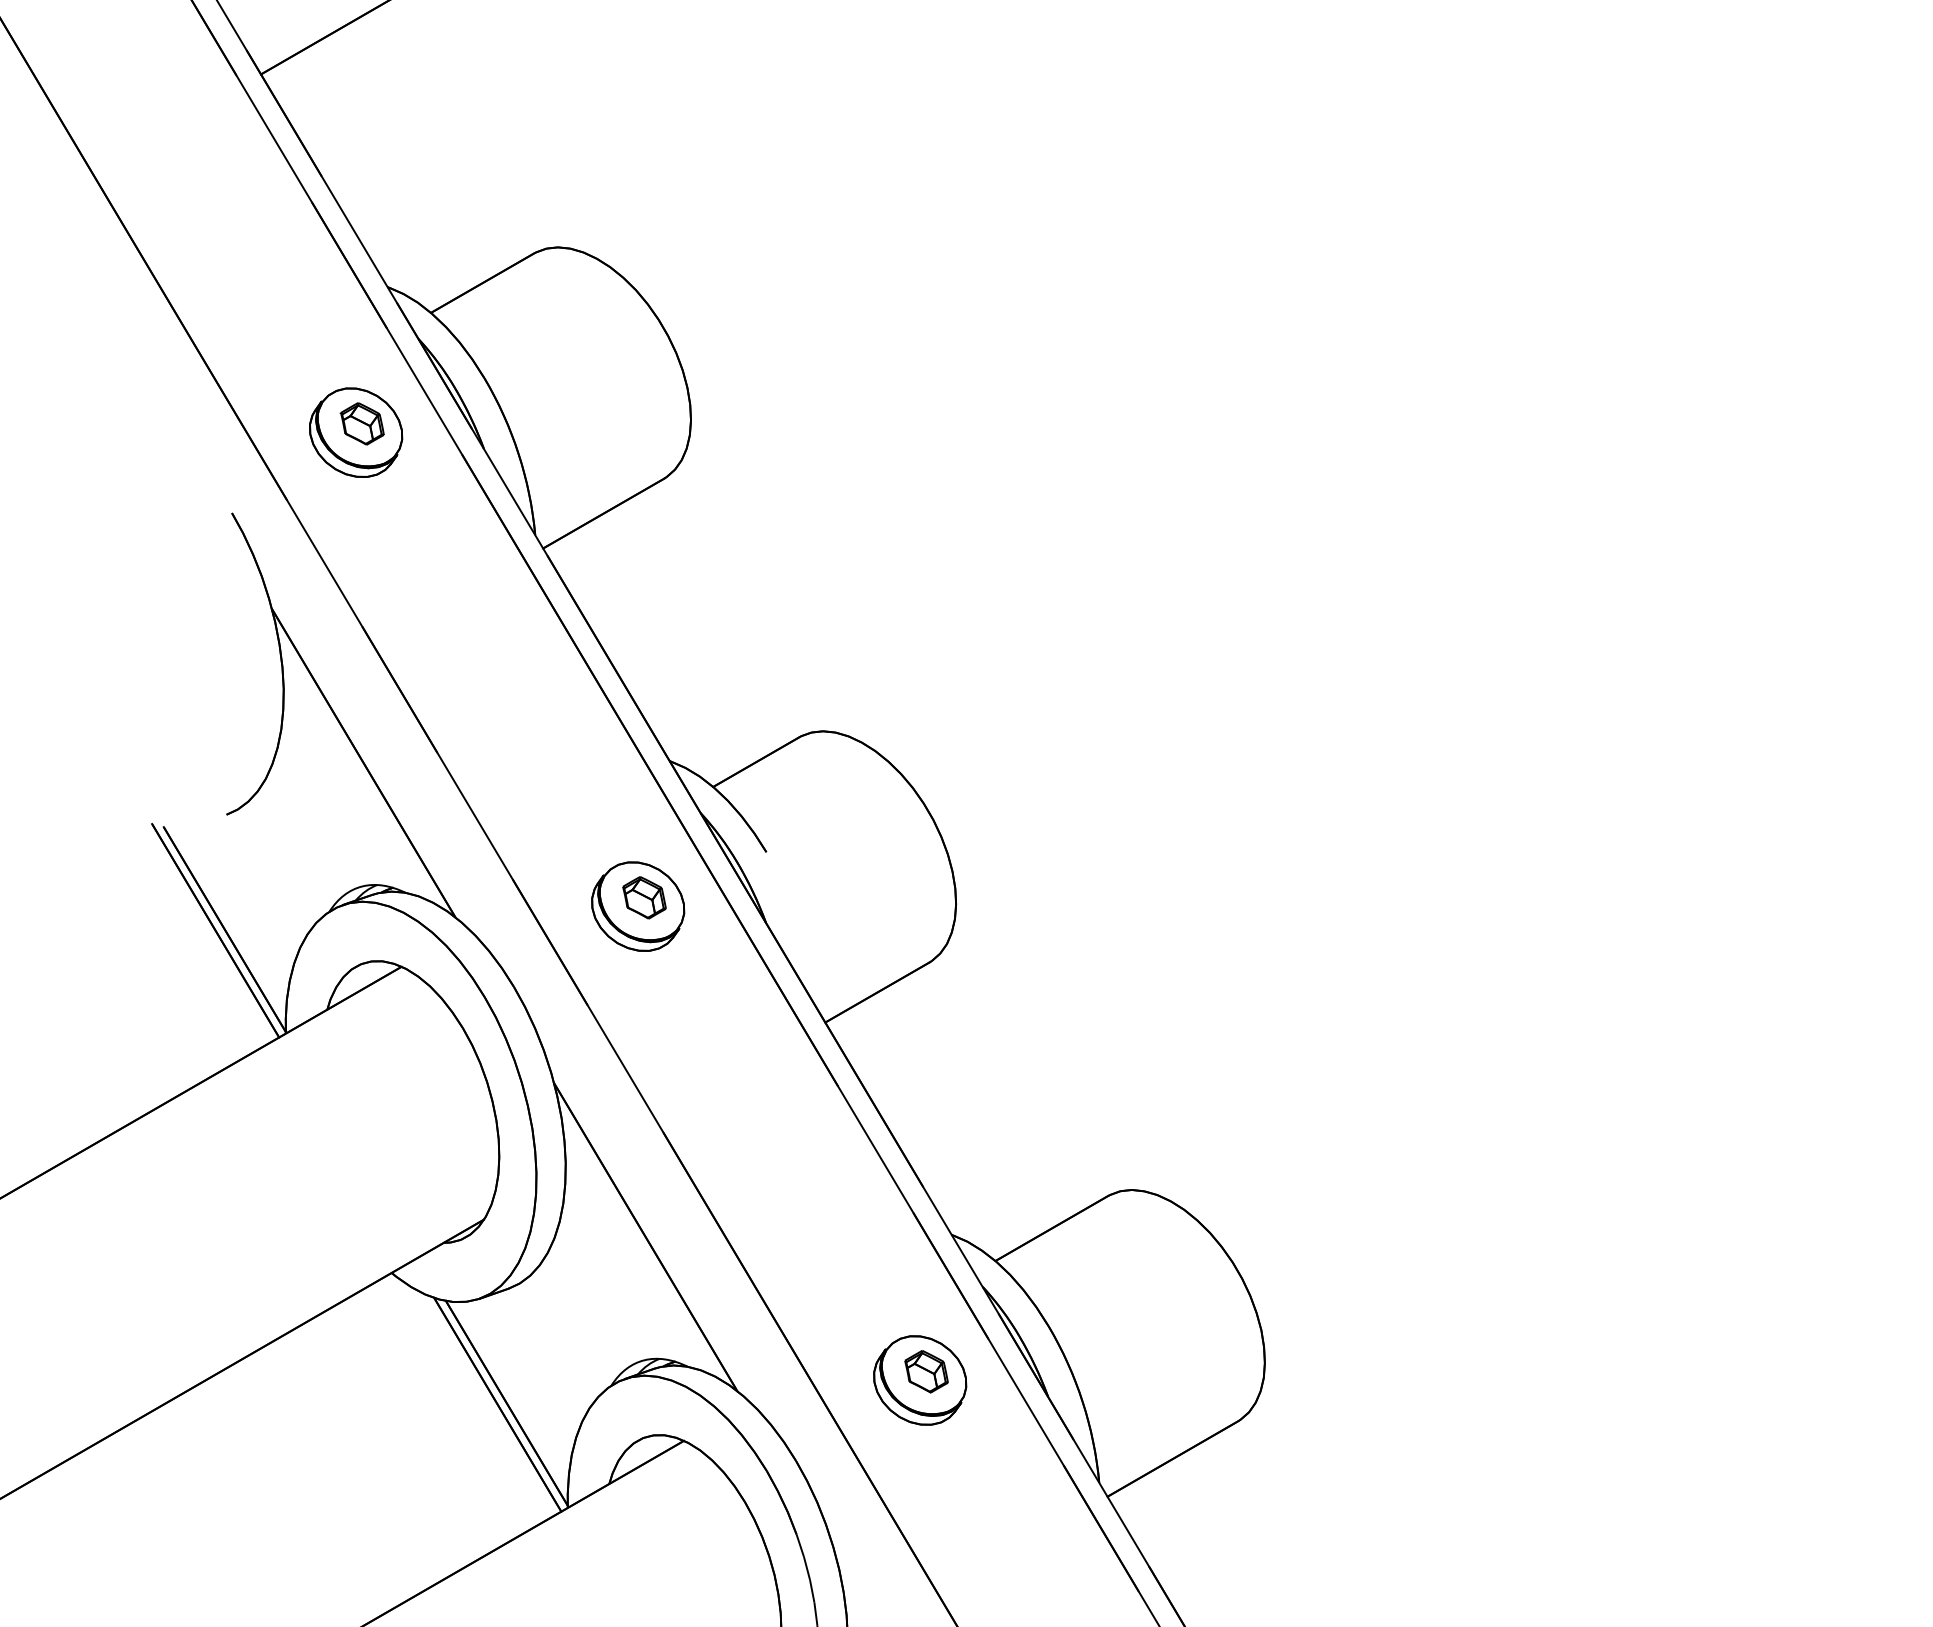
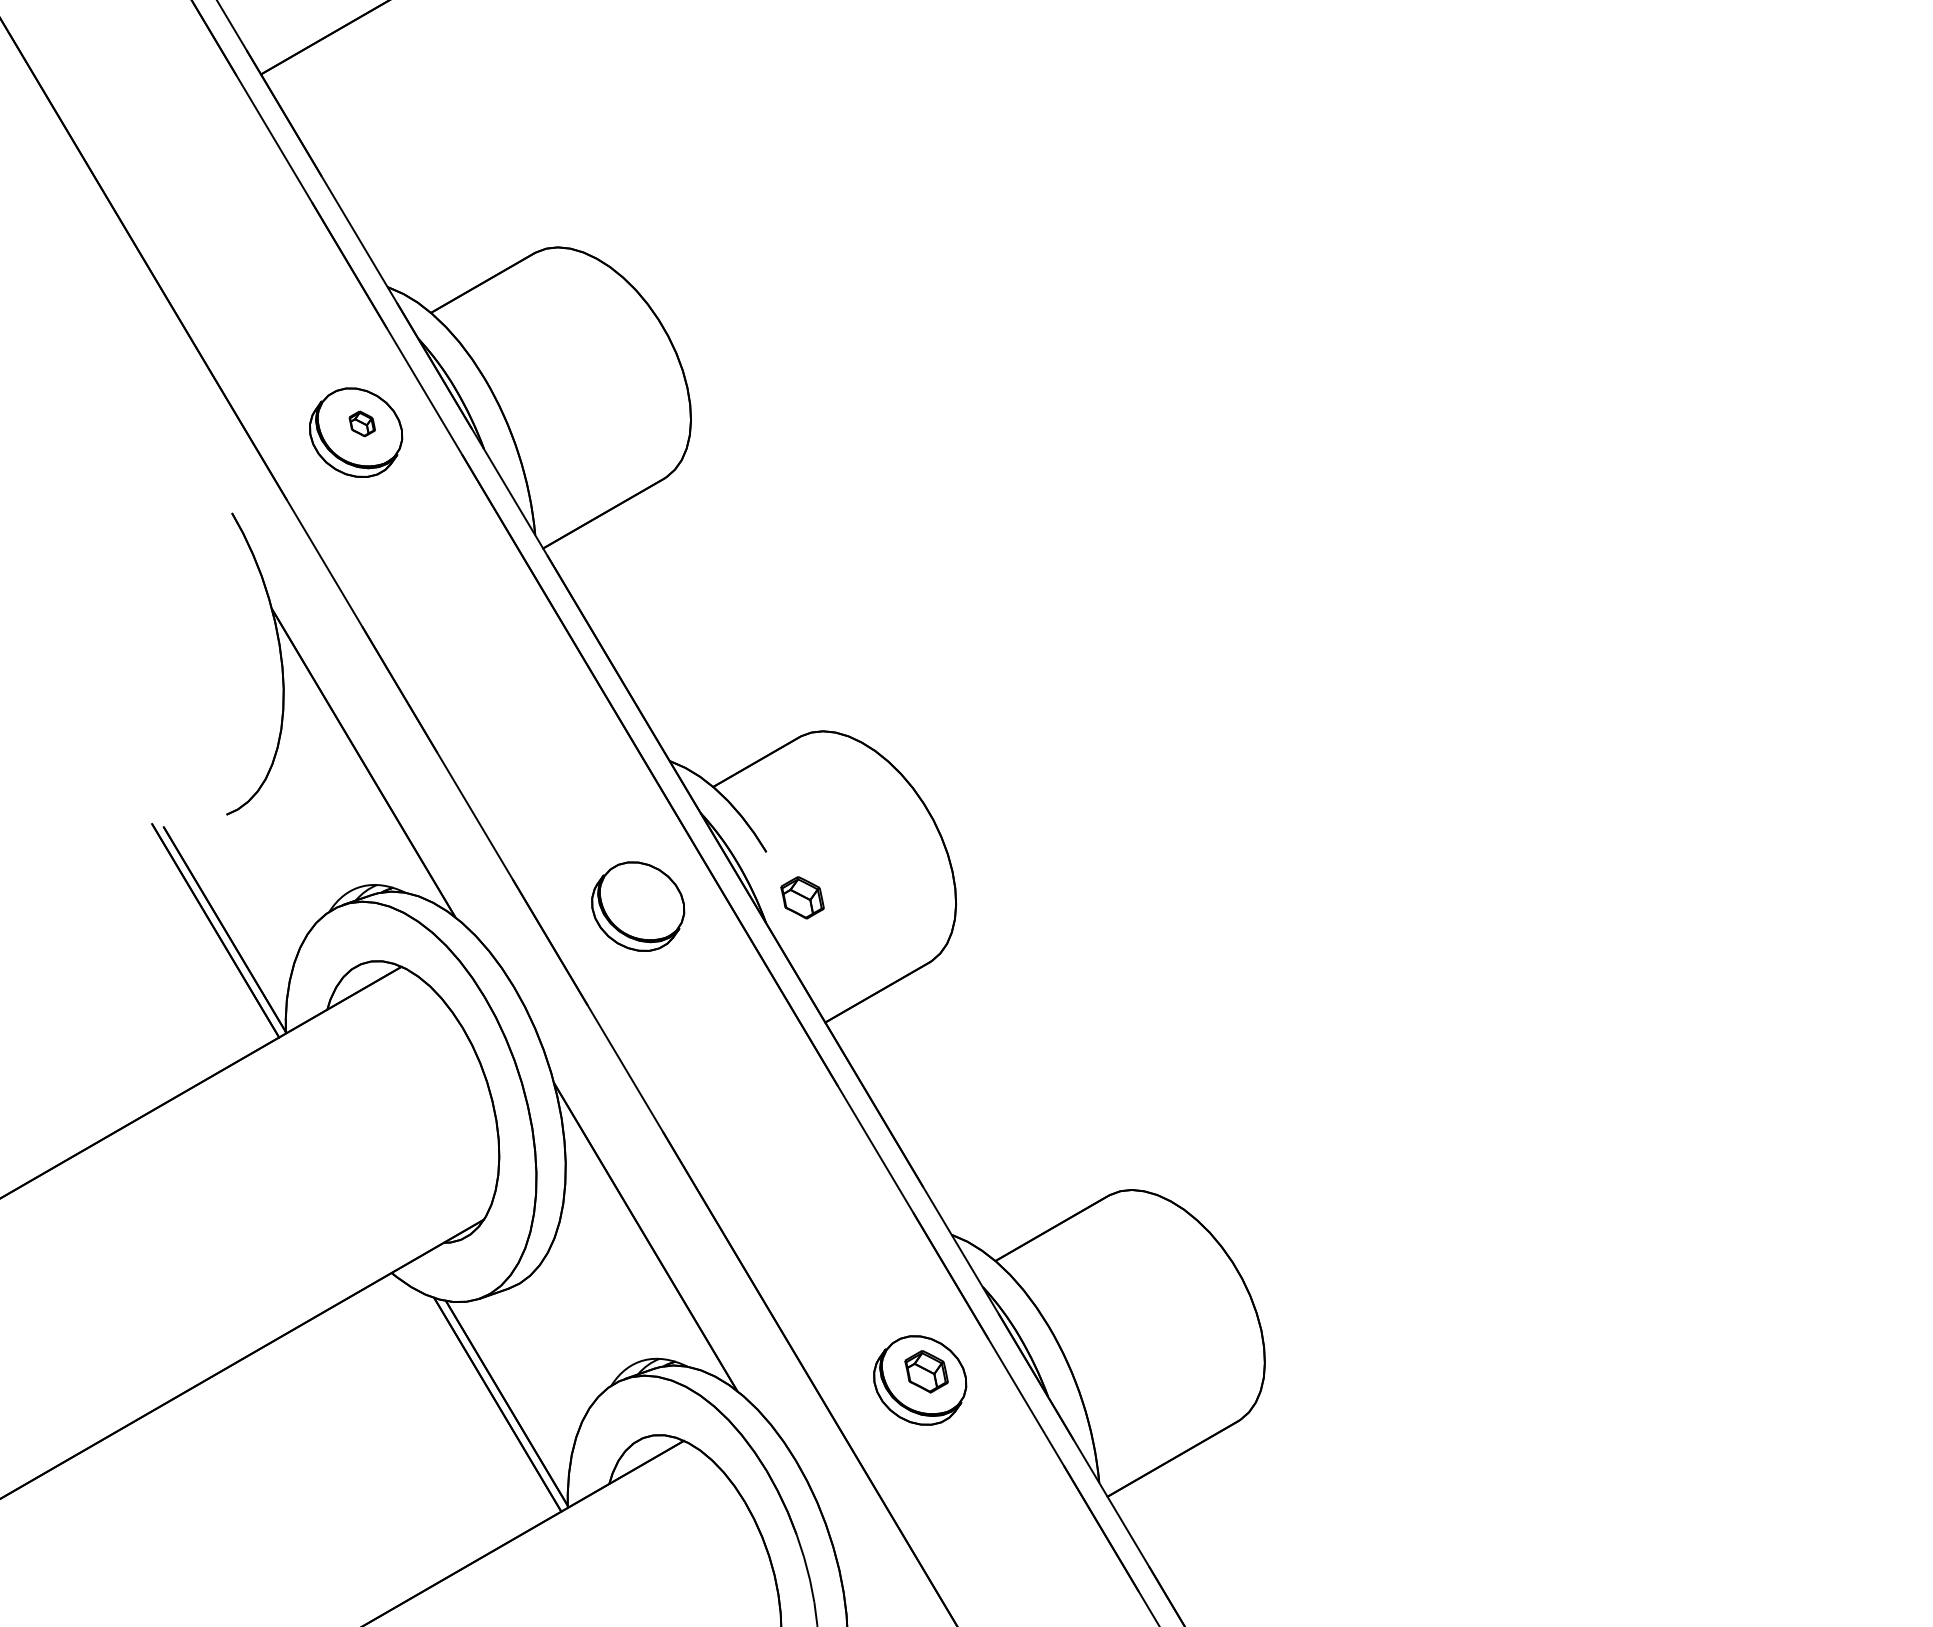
part at (361, 423) size: 46x44 px -> 28x28 px
part at (644, 897) position: (644, 897) -> (802, 897)
